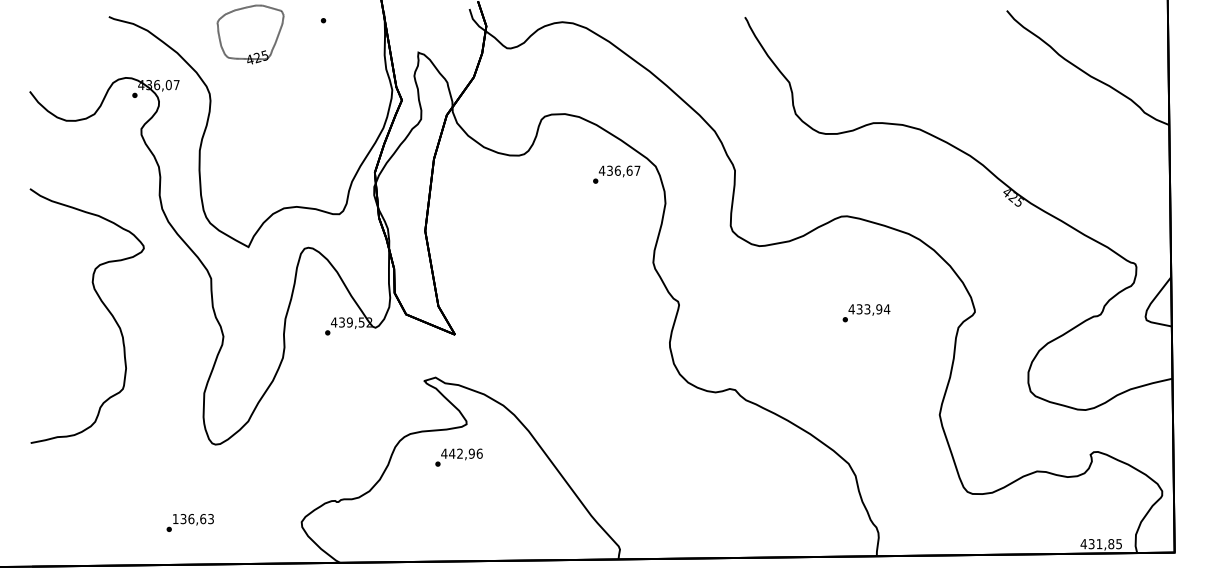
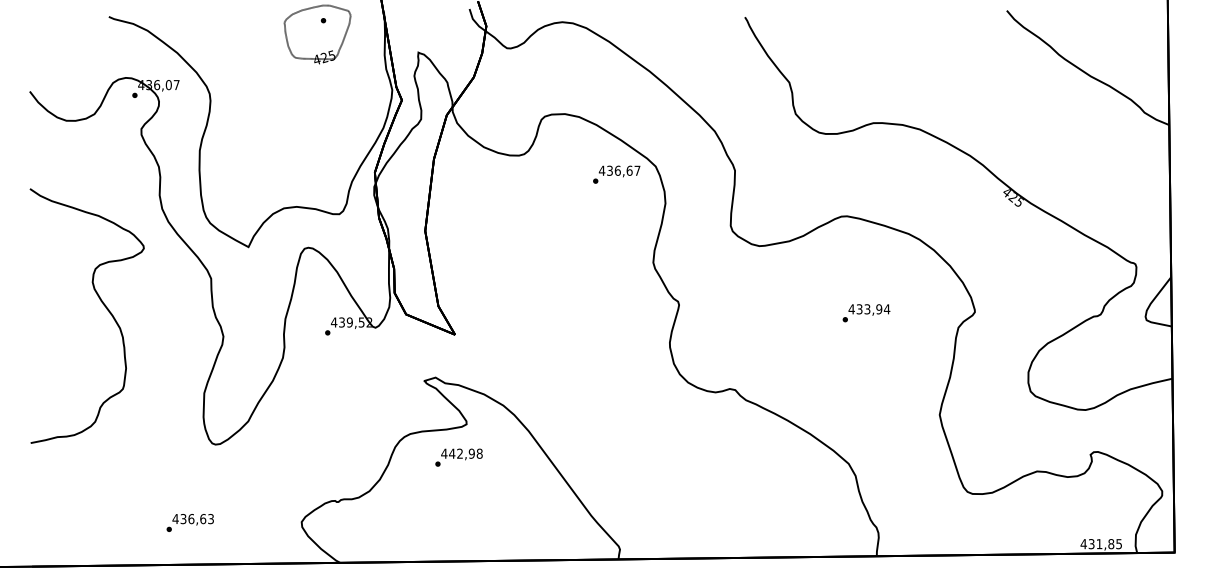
part at (250, 34) position: (250, 34) -> (317, 34)
text at (479, 453): 442,96 -> 442,98
text at (175, 518): 136,63 -> 436,63
